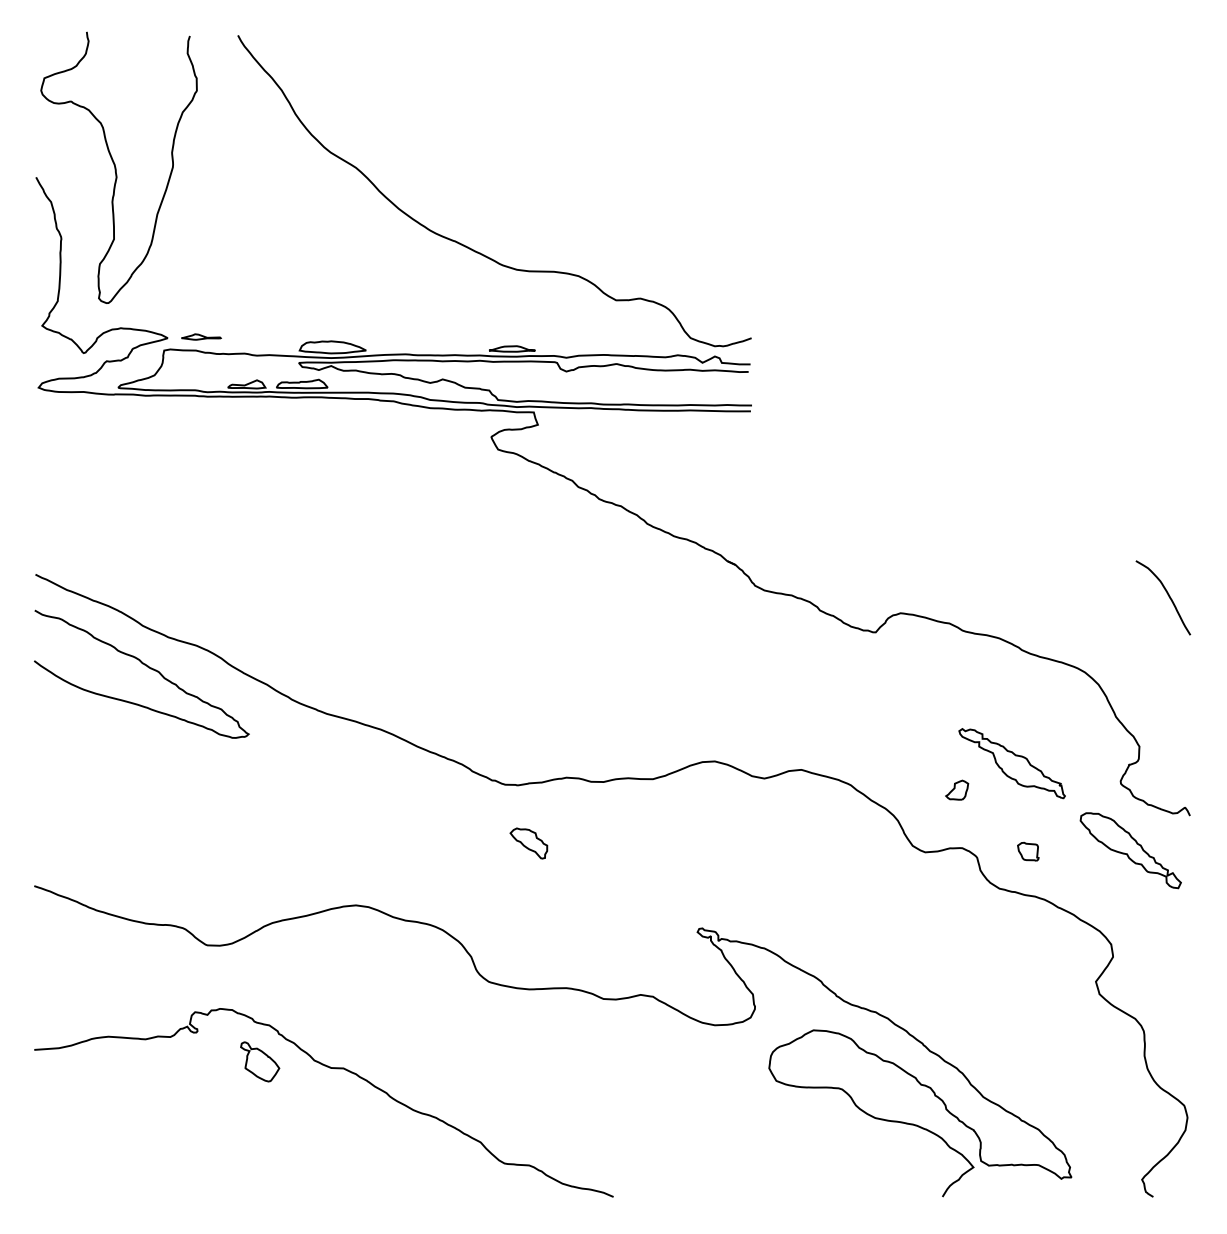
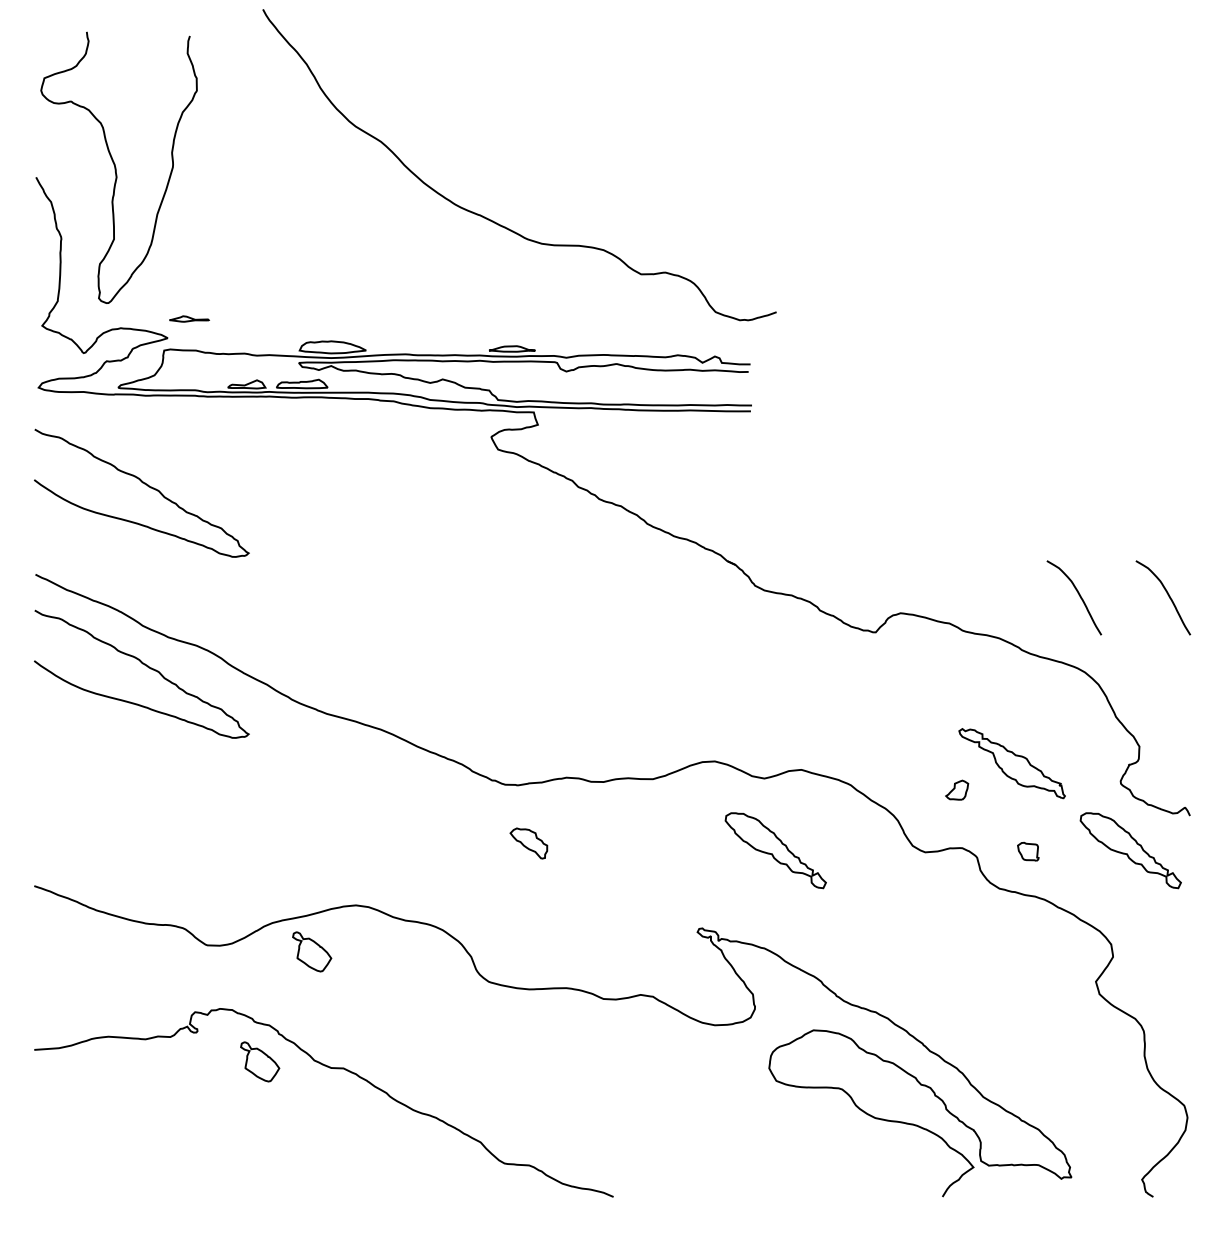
curve at (466, 245) position: (466, 245) -> (491, 219)
part at (201, 336) position: (201, 336) -> (189, 318)
curve at (147, 486): none -> present
curve at (1078, 595): none -> present
part at (775, 850): none -> present
part at (312, 951): none -> present
